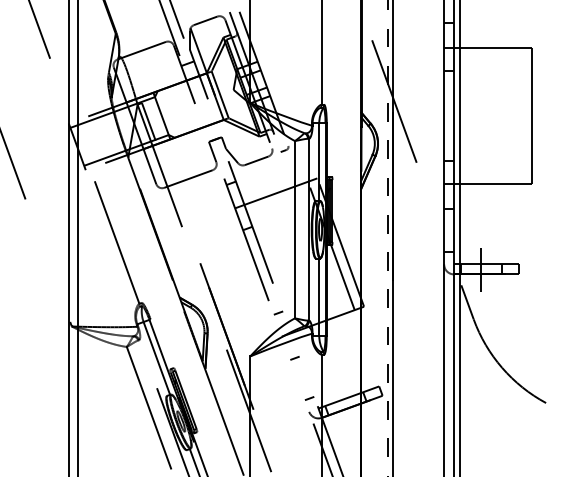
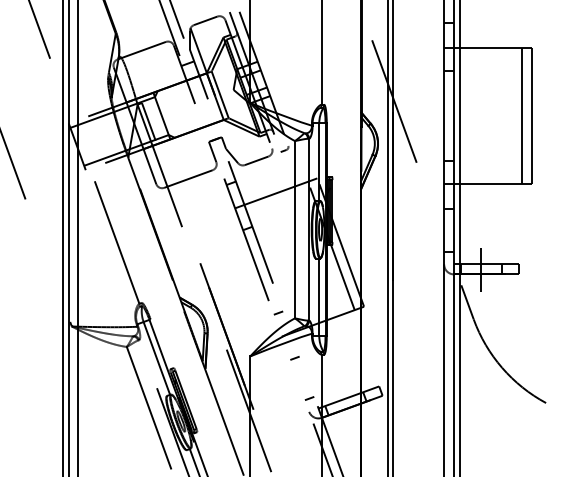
line at (521, 115): none -> present
line at (62, 237): none -> present
line at (387, 238): dashed -> solid
